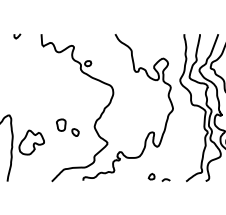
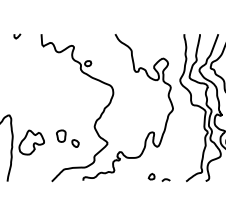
part at (67, 127) position: (67, 127) -> (67, 138)
